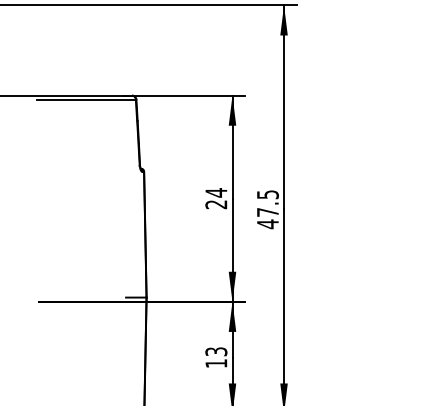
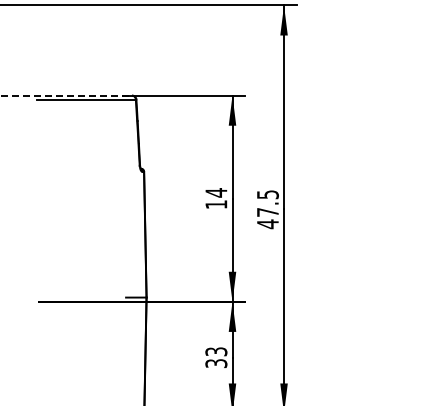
line at (66, 95): solid -> dashed
text at (216, 204): 24 -> 14
text at (216, 363): 13 -> 33
